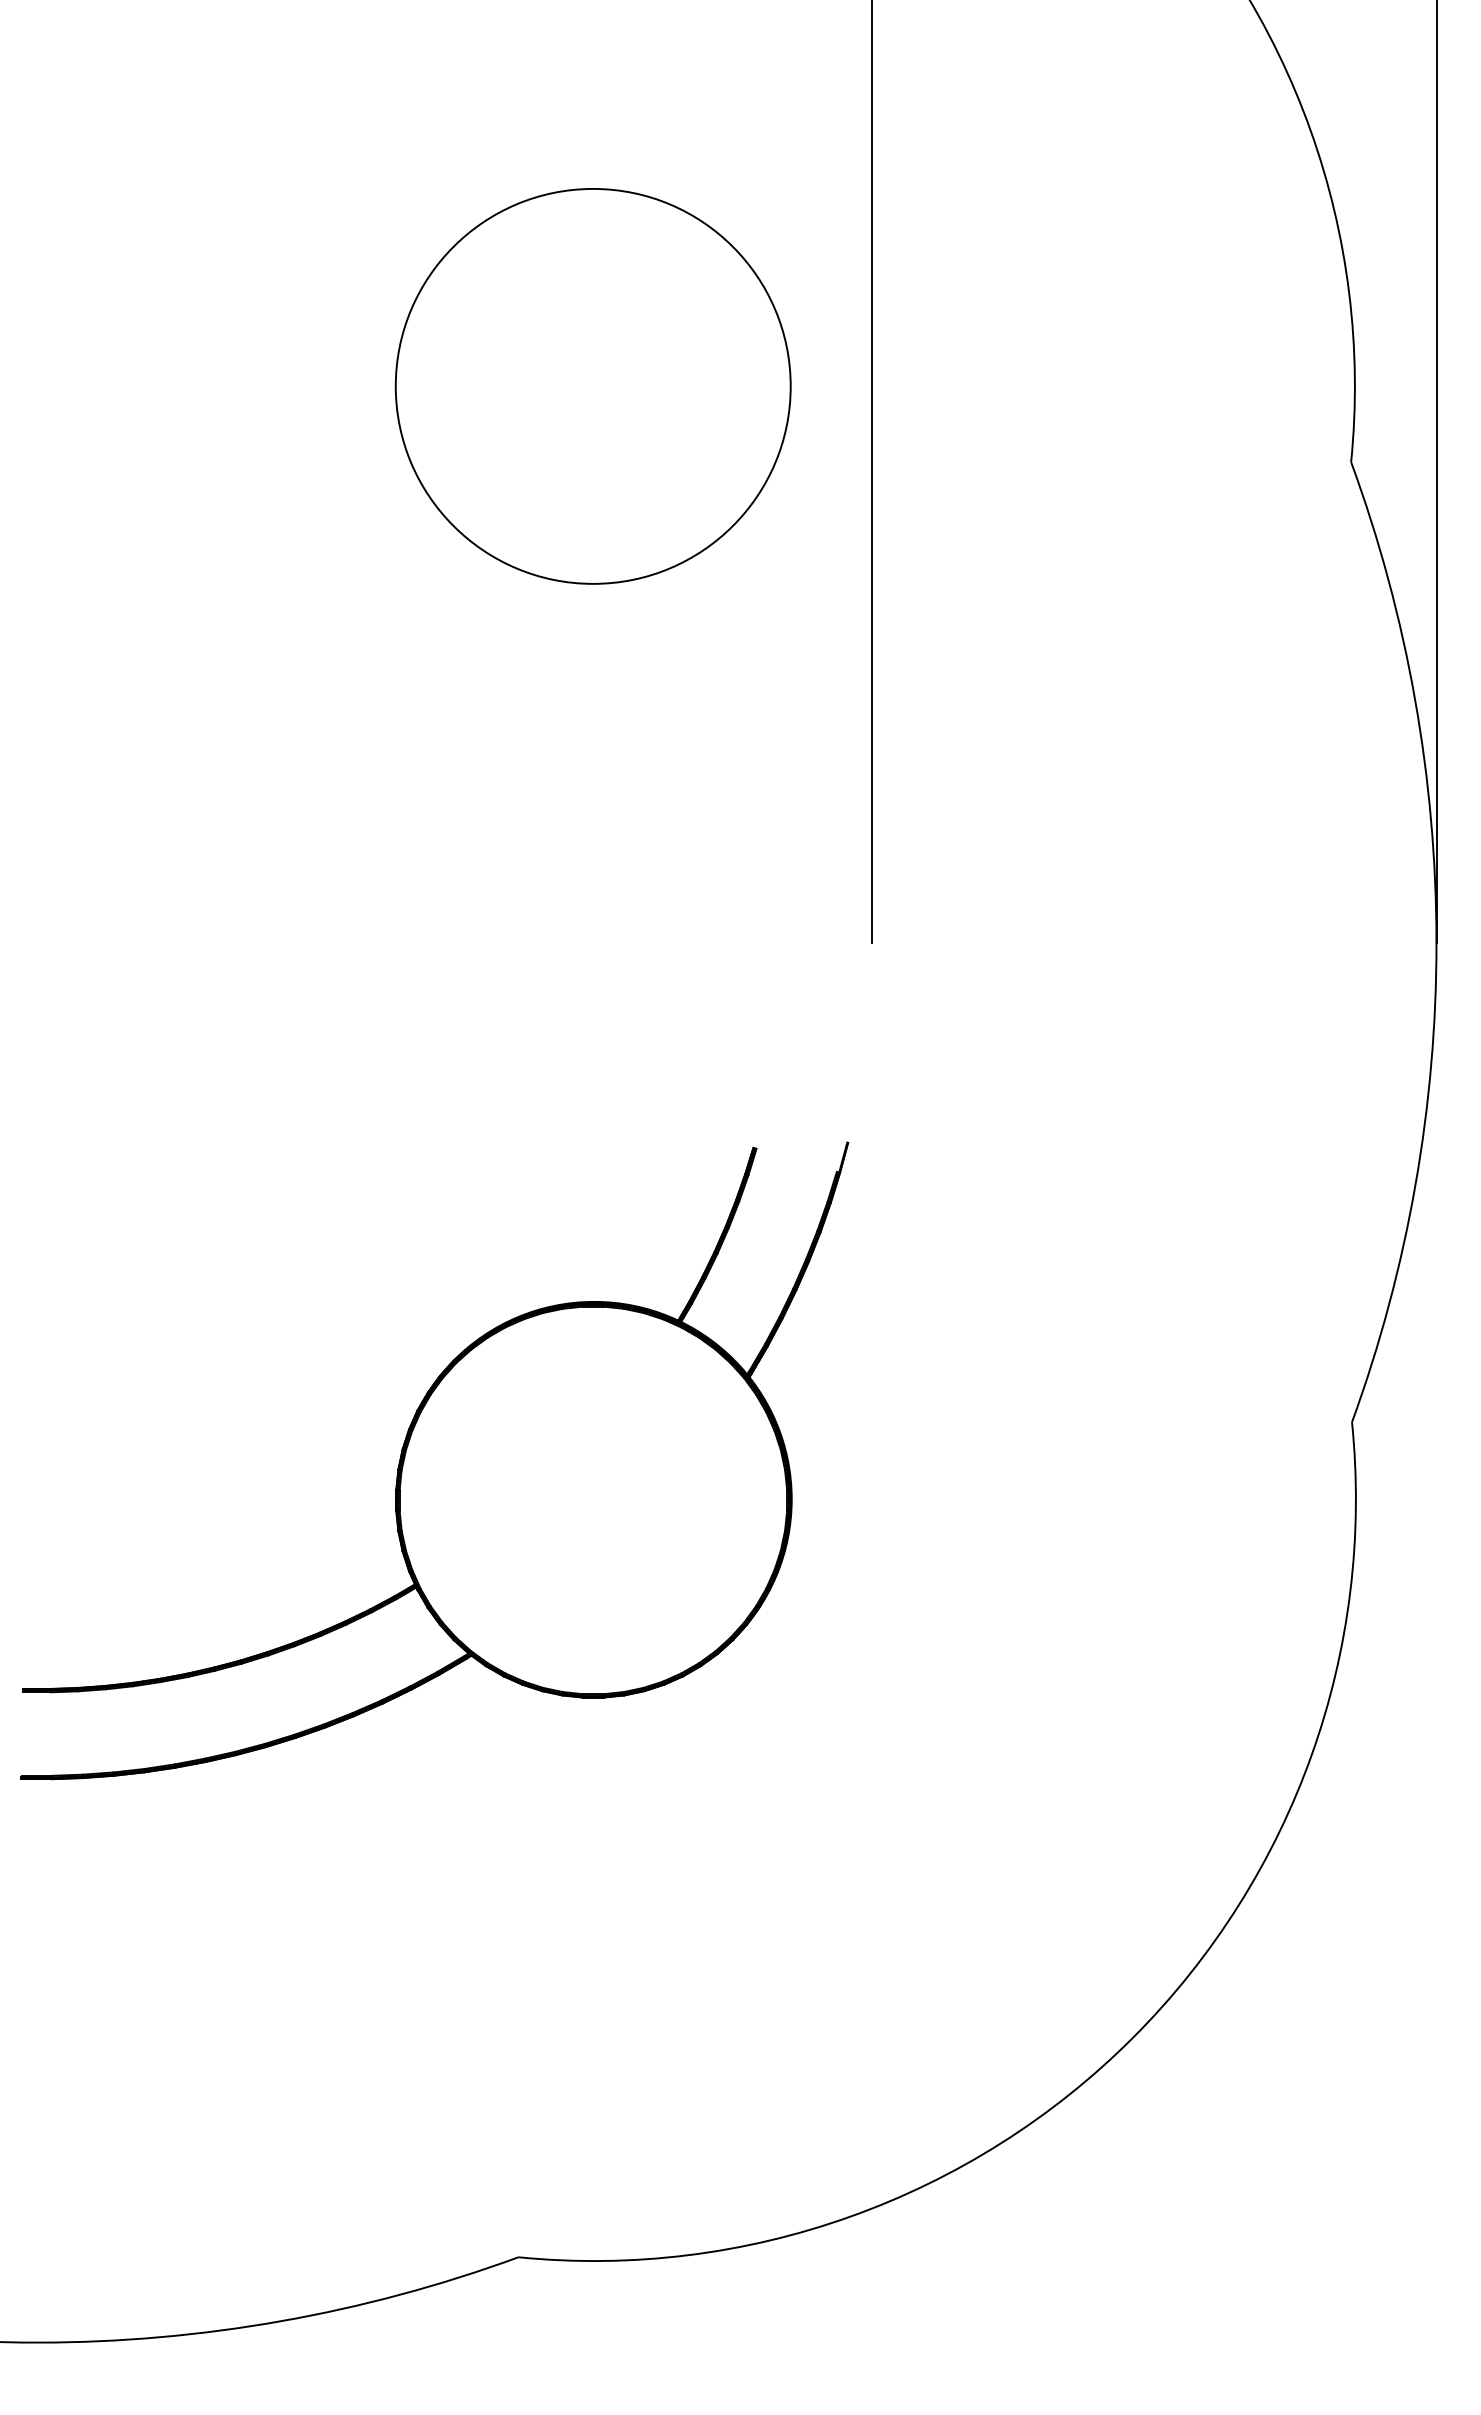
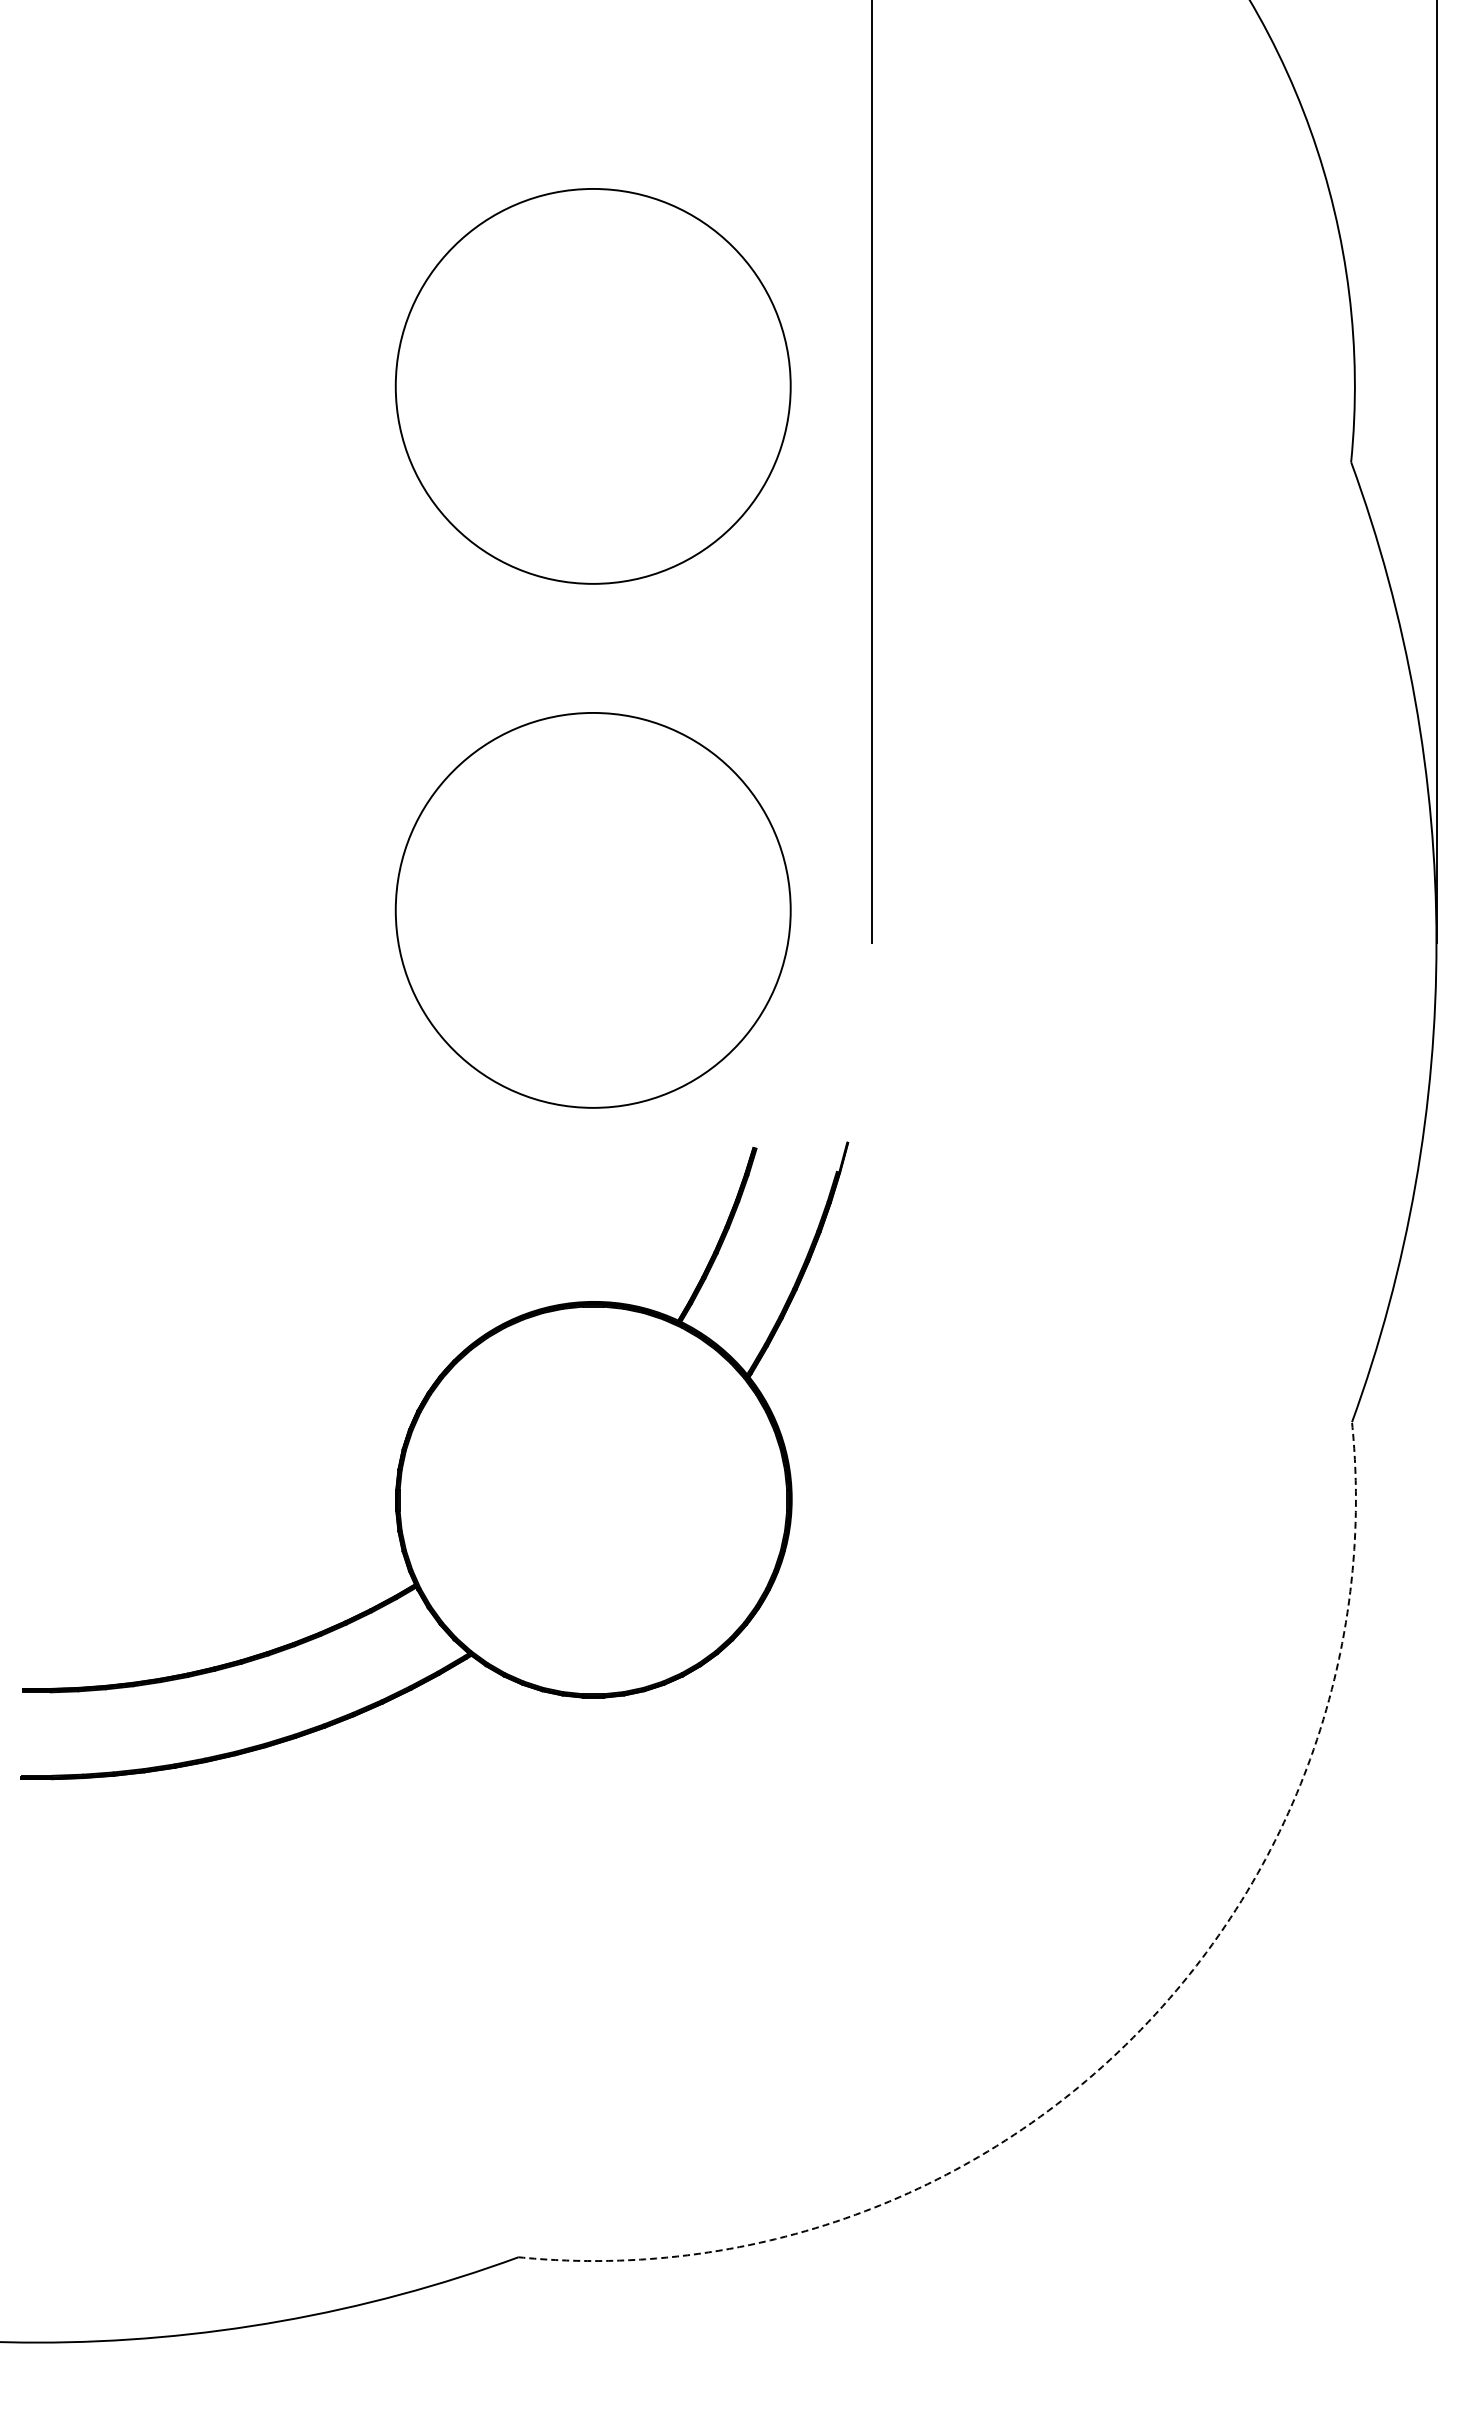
circle at (592, 910): none -> present
arc at (1133, 2037): solid -> dashed
